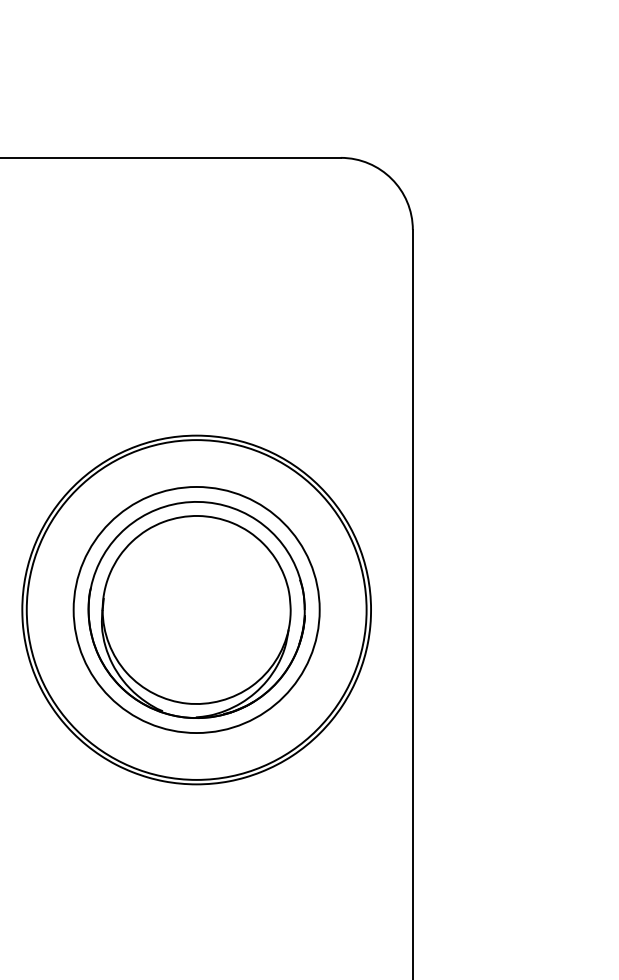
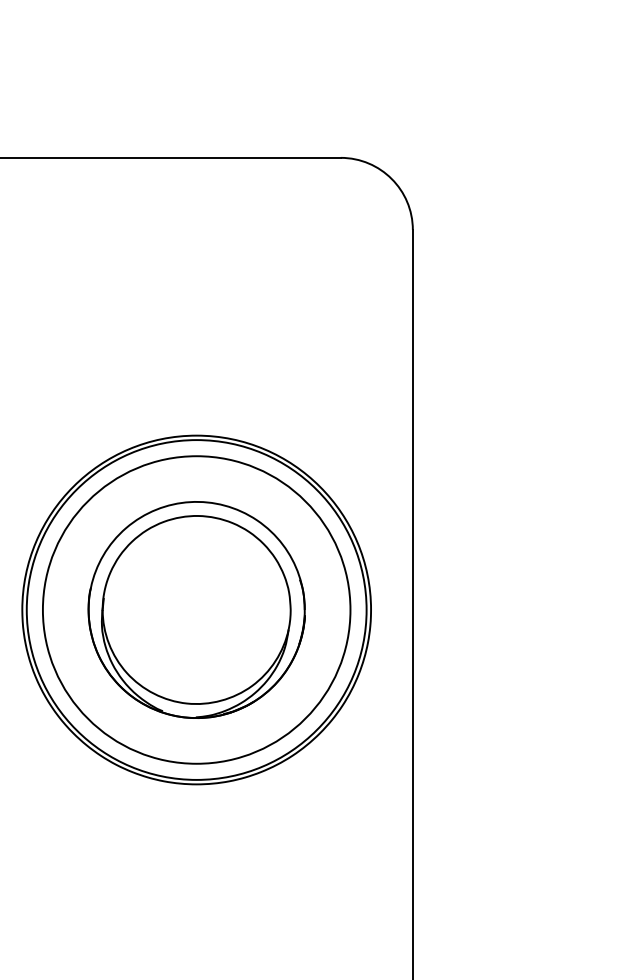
circle at (196, 609) diameter: 246 px -> 308 px
